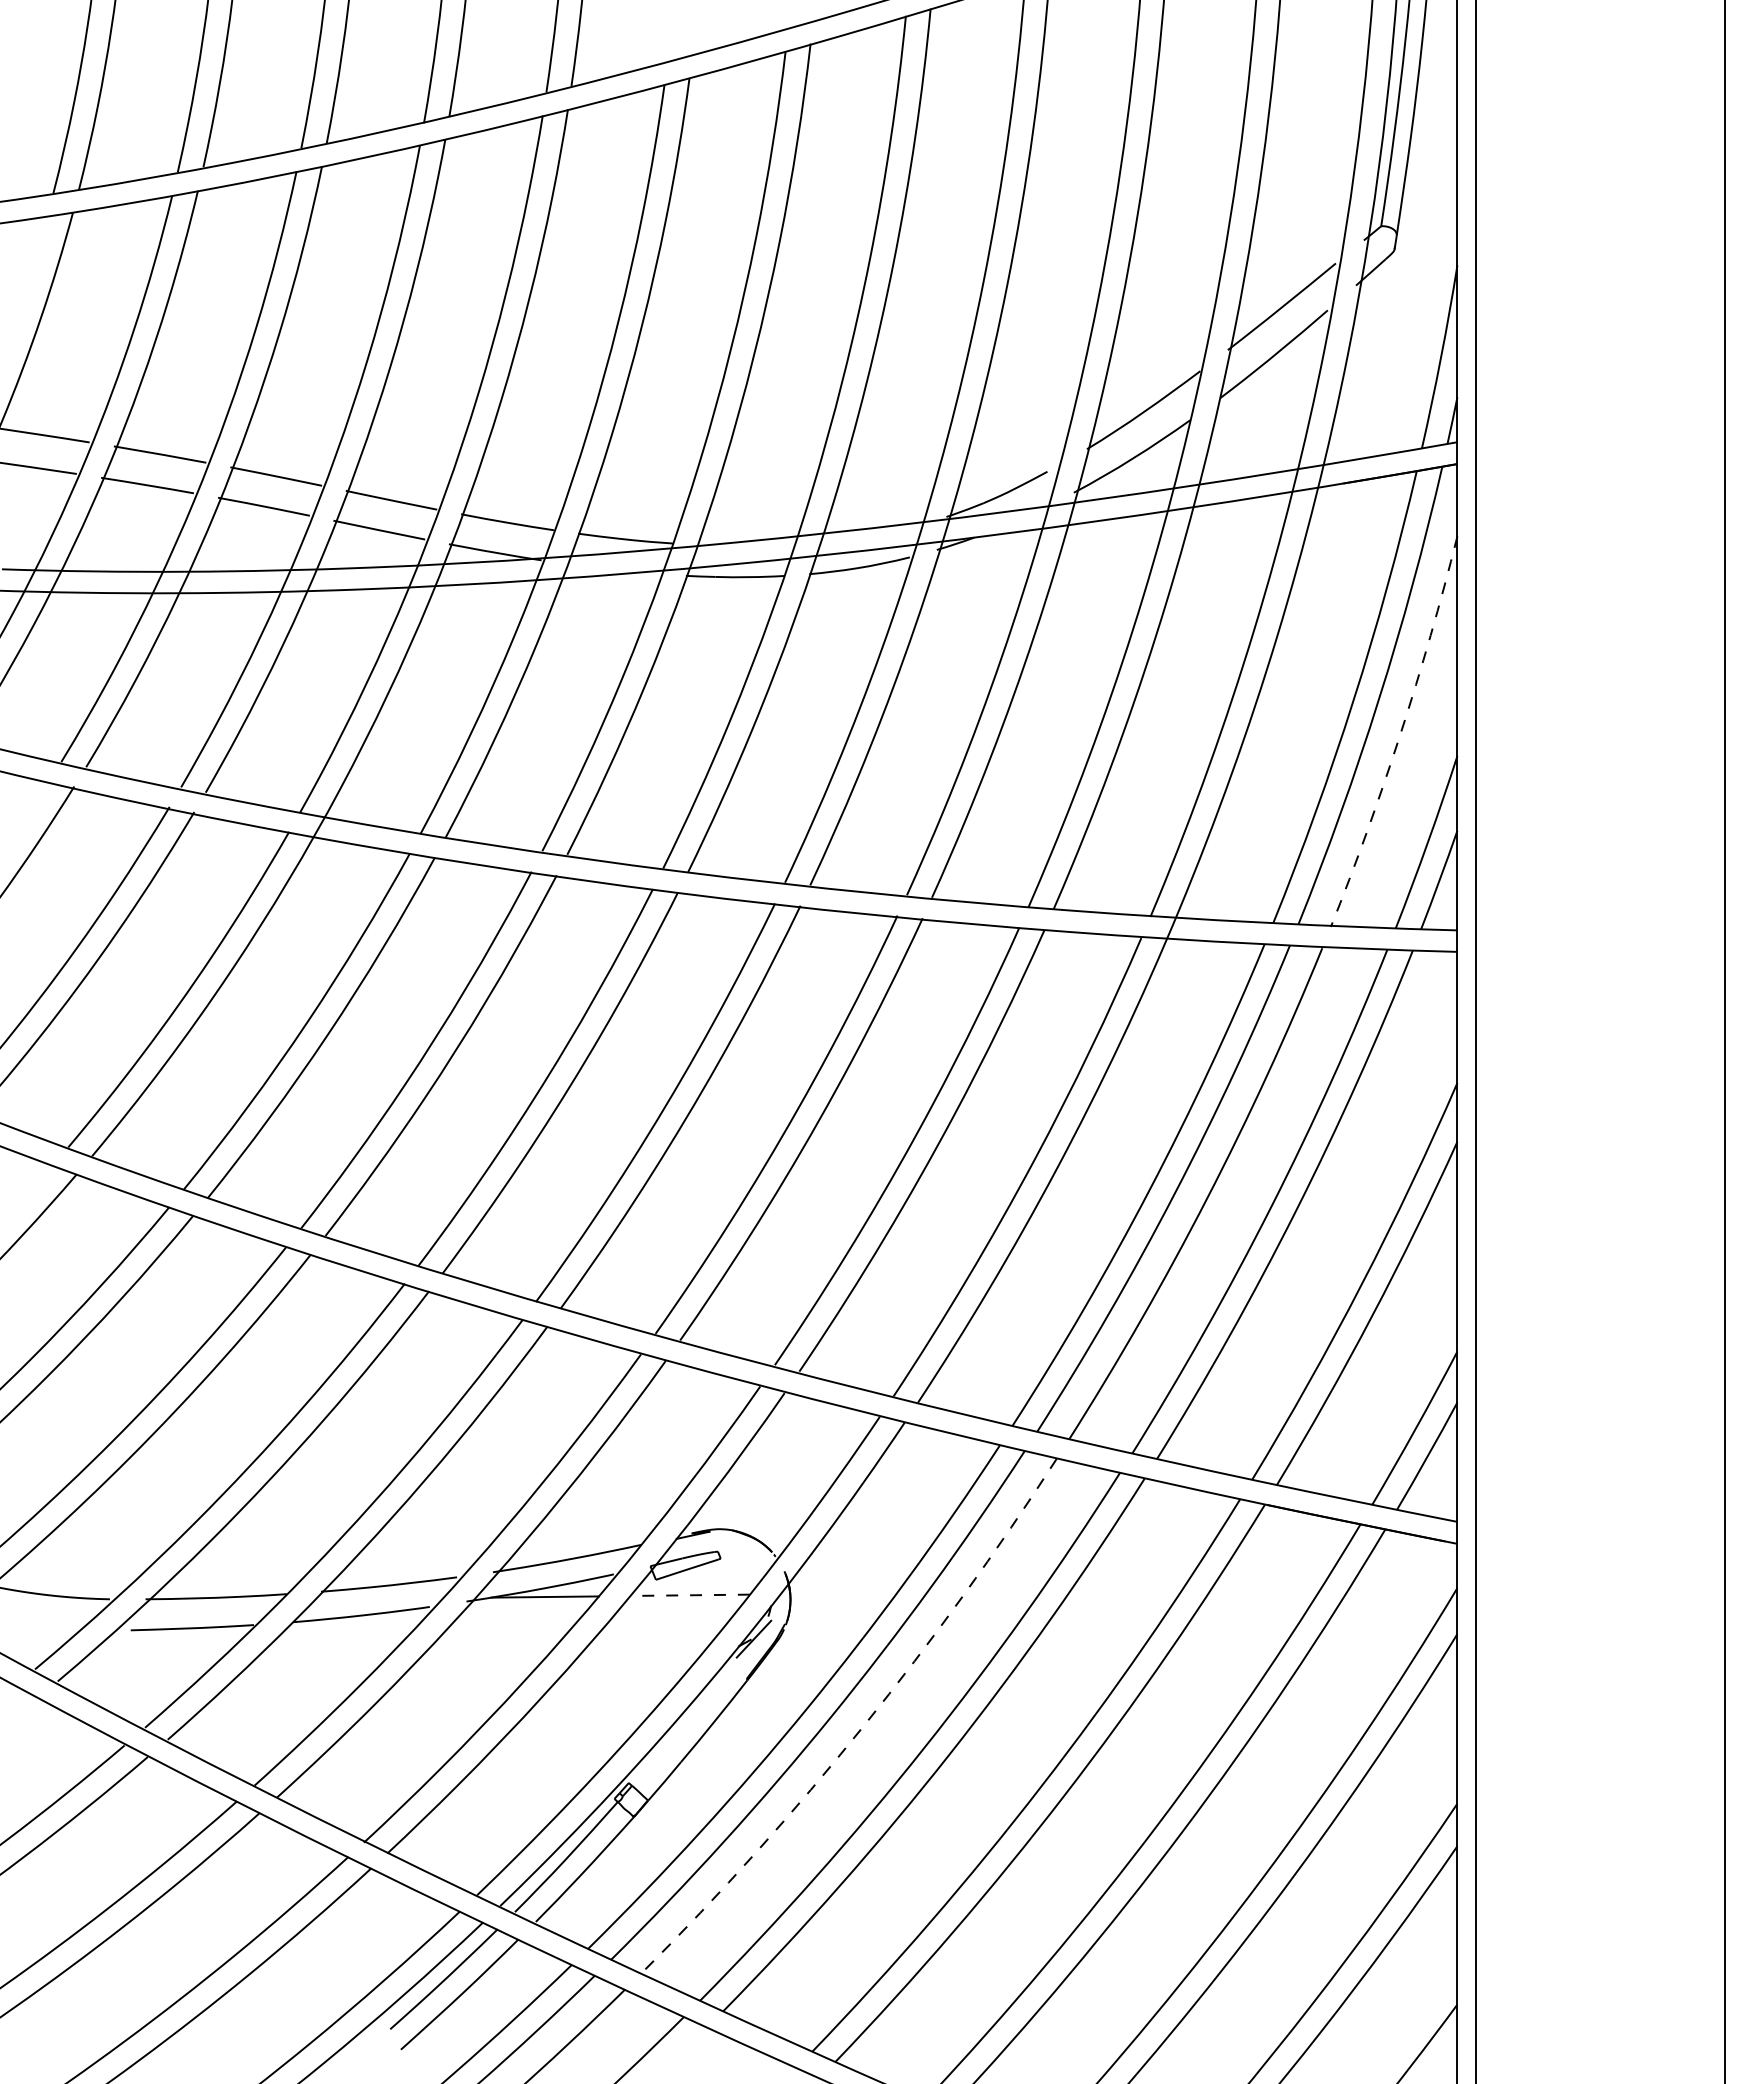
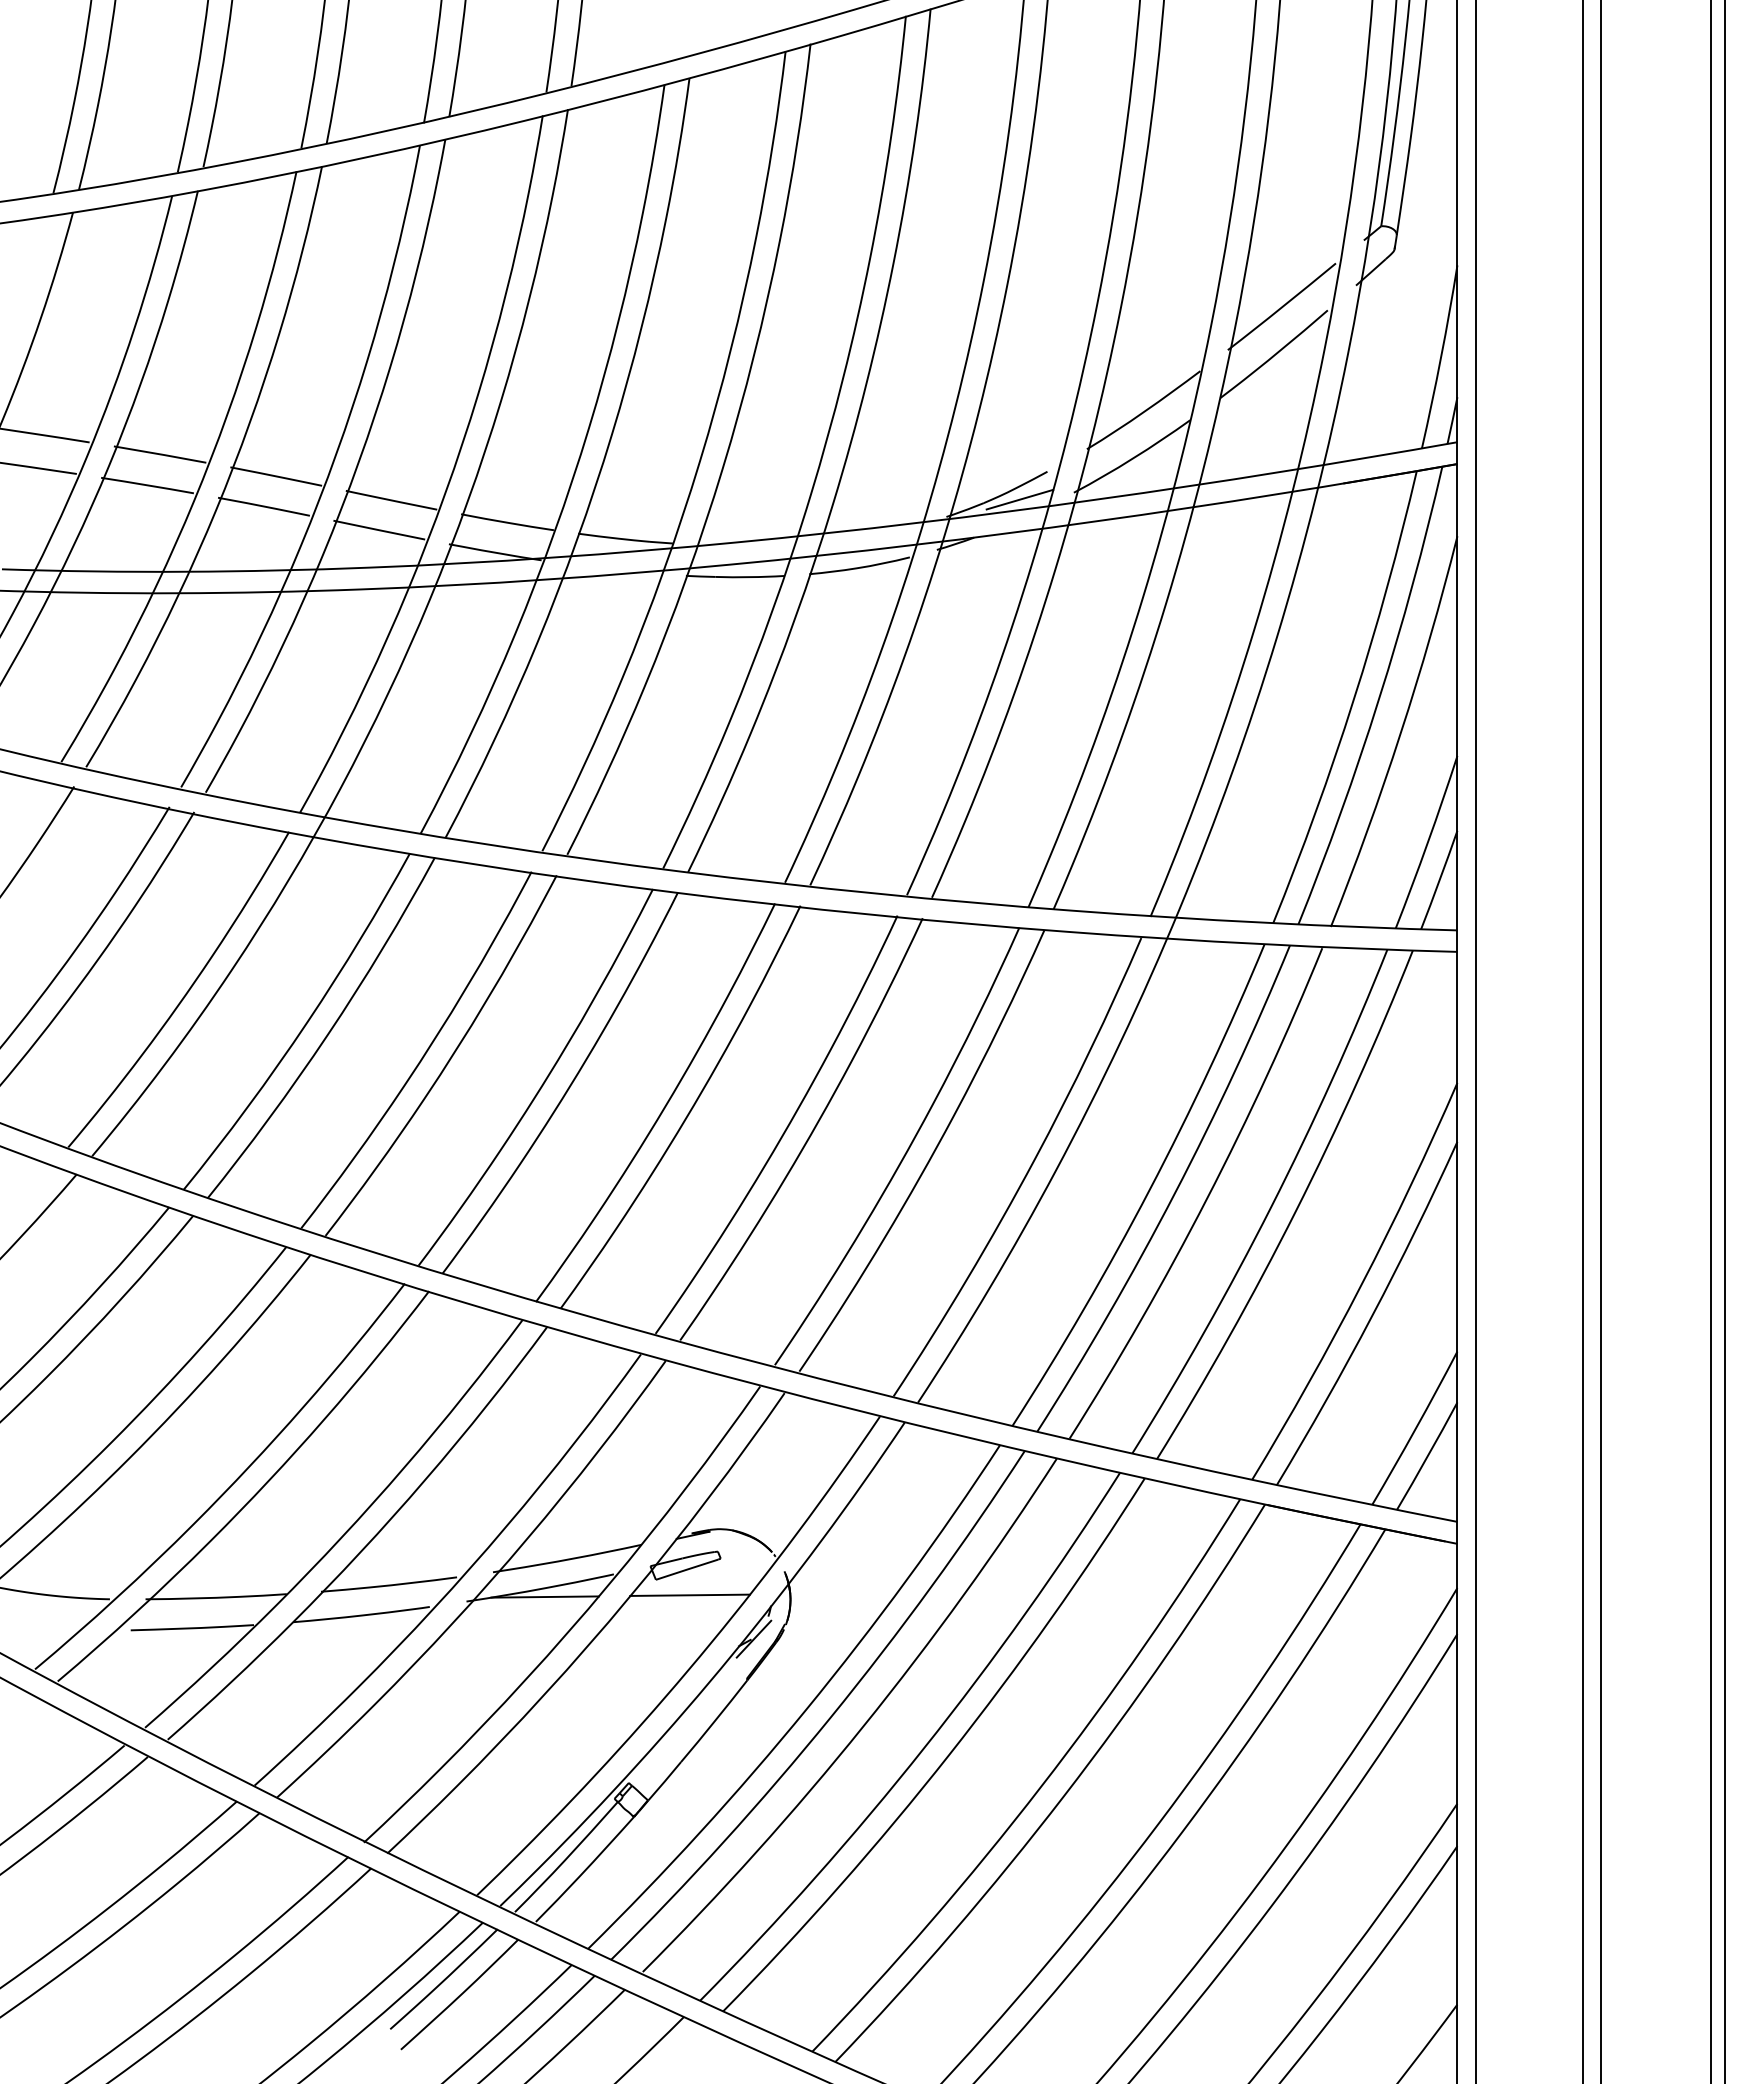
line at (1019, 499): none -> present
arc at (1400, 733): dashed -> solid
line at (1583, 1041): none -> present
line at (1600, 1041): none -> present
line at (1710, 1041): none -> present
line at (690, 1595): dashed -> solid
arc at (863, 1726): dashed -> solid
